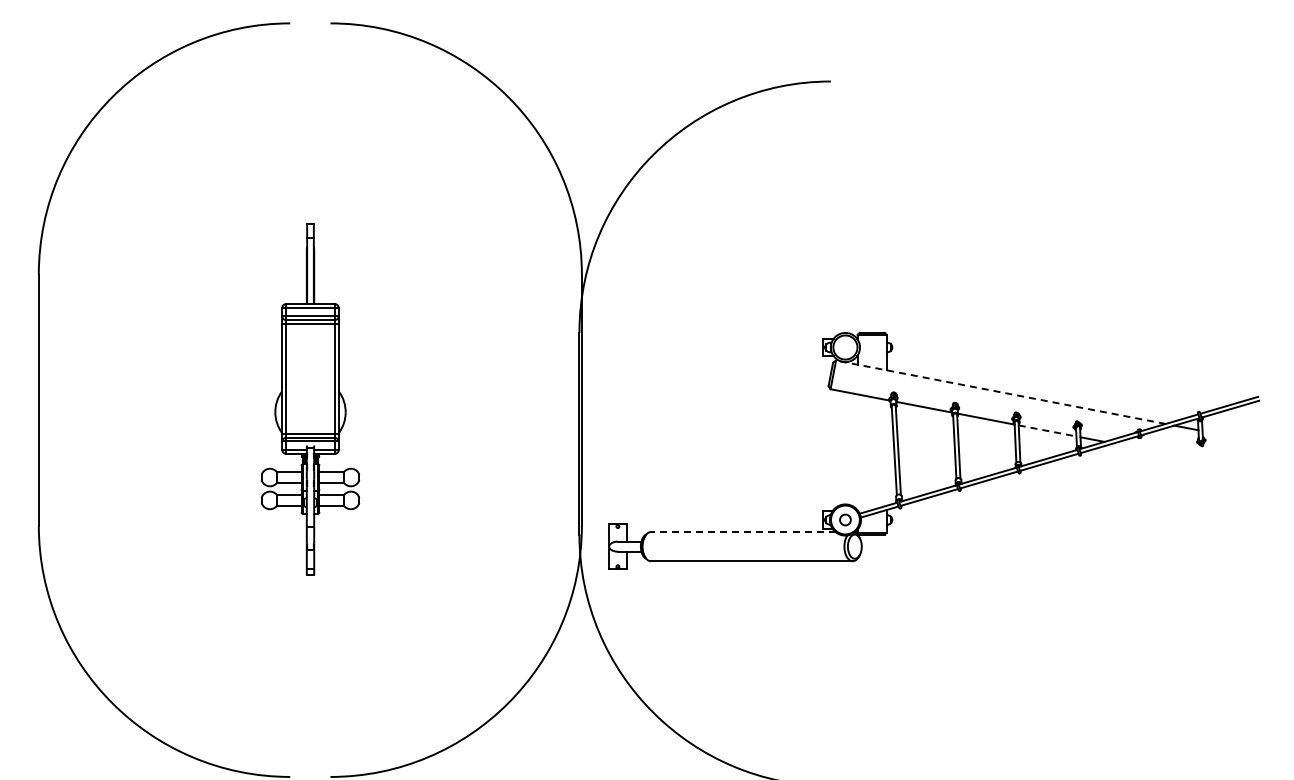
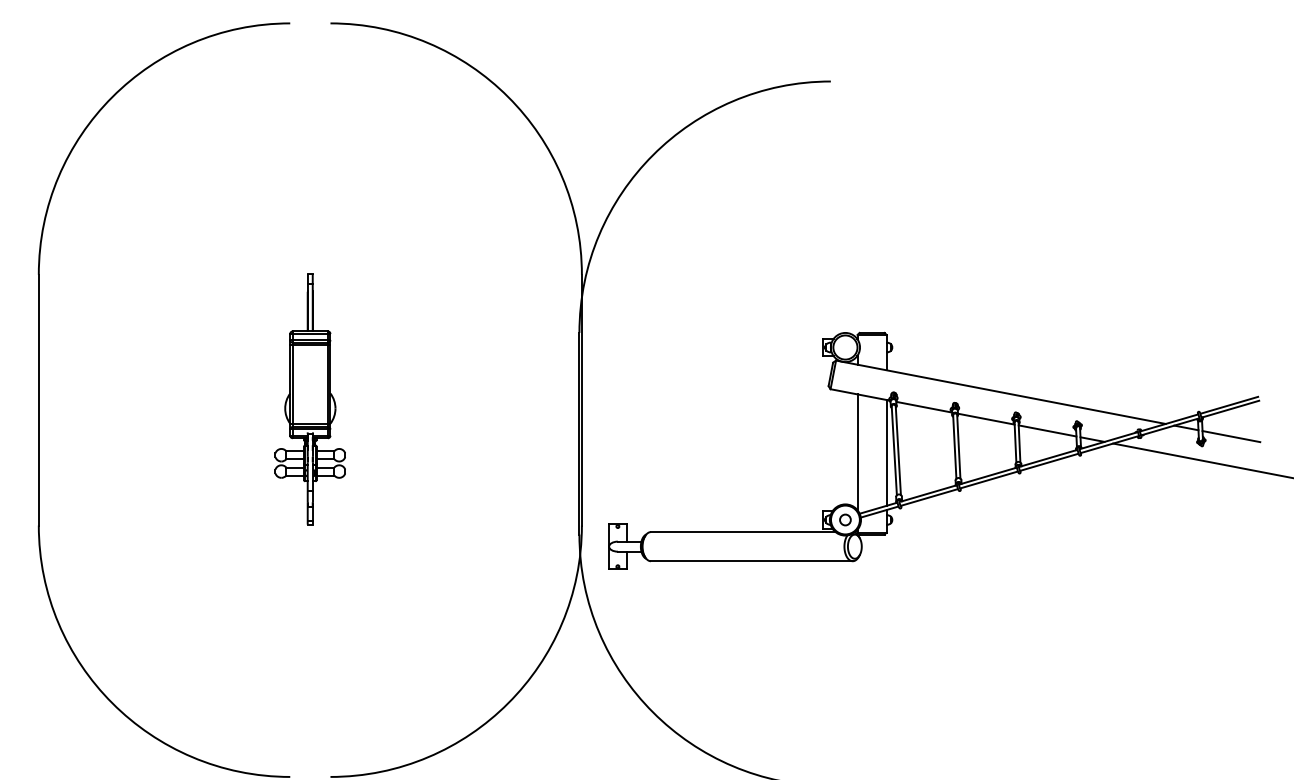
line at (1000, 392): dashed -> solid
part at (310, 399) size: 100x353 px -> 72x253 px
line at (1048, 431): dashed -> solid
line at (1231, 436): none -> present
line at (857, 452): none -> present
line at (886, 452): none -> present
line at (1201, 460): none -> present
line at (742, 532): dashed -> solid
